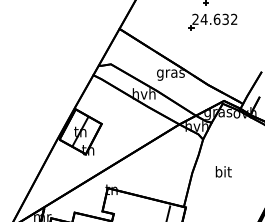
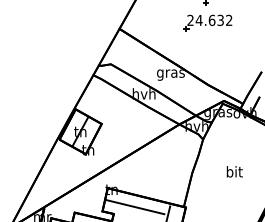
part at (212, 21) position: (212, 21) -> (207, 22)
text at (223, 171) position: (223, 171) -> (234, 171)
line at (135, 207): none -> present
